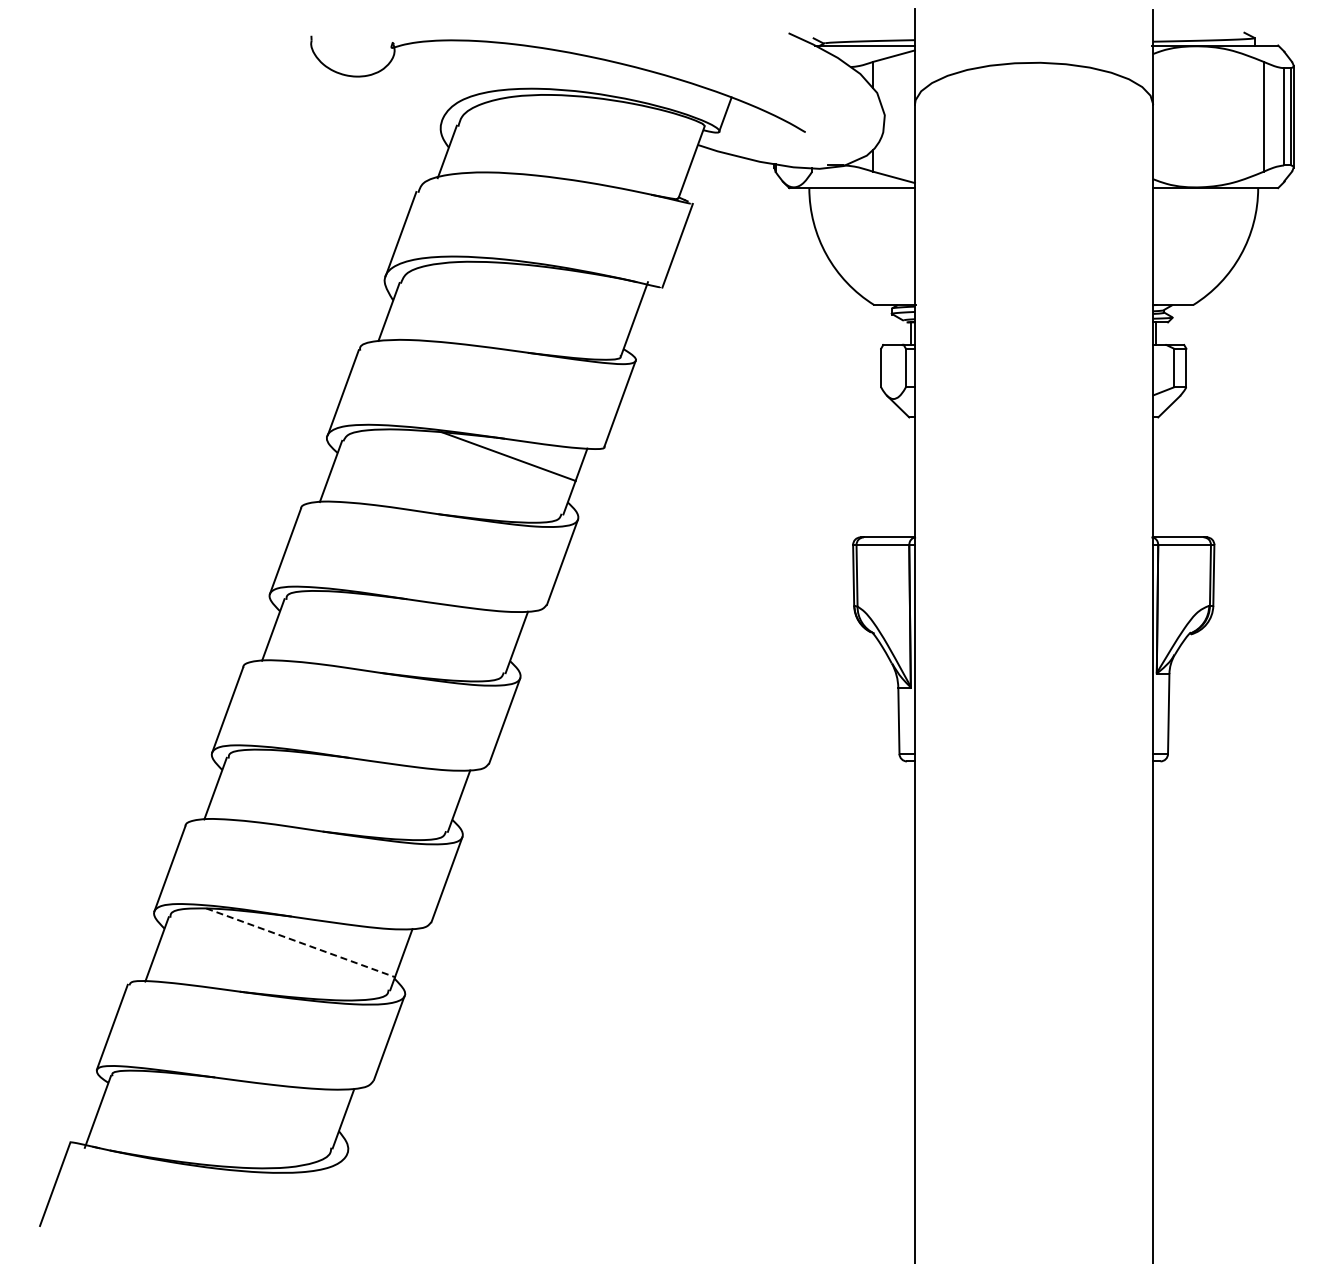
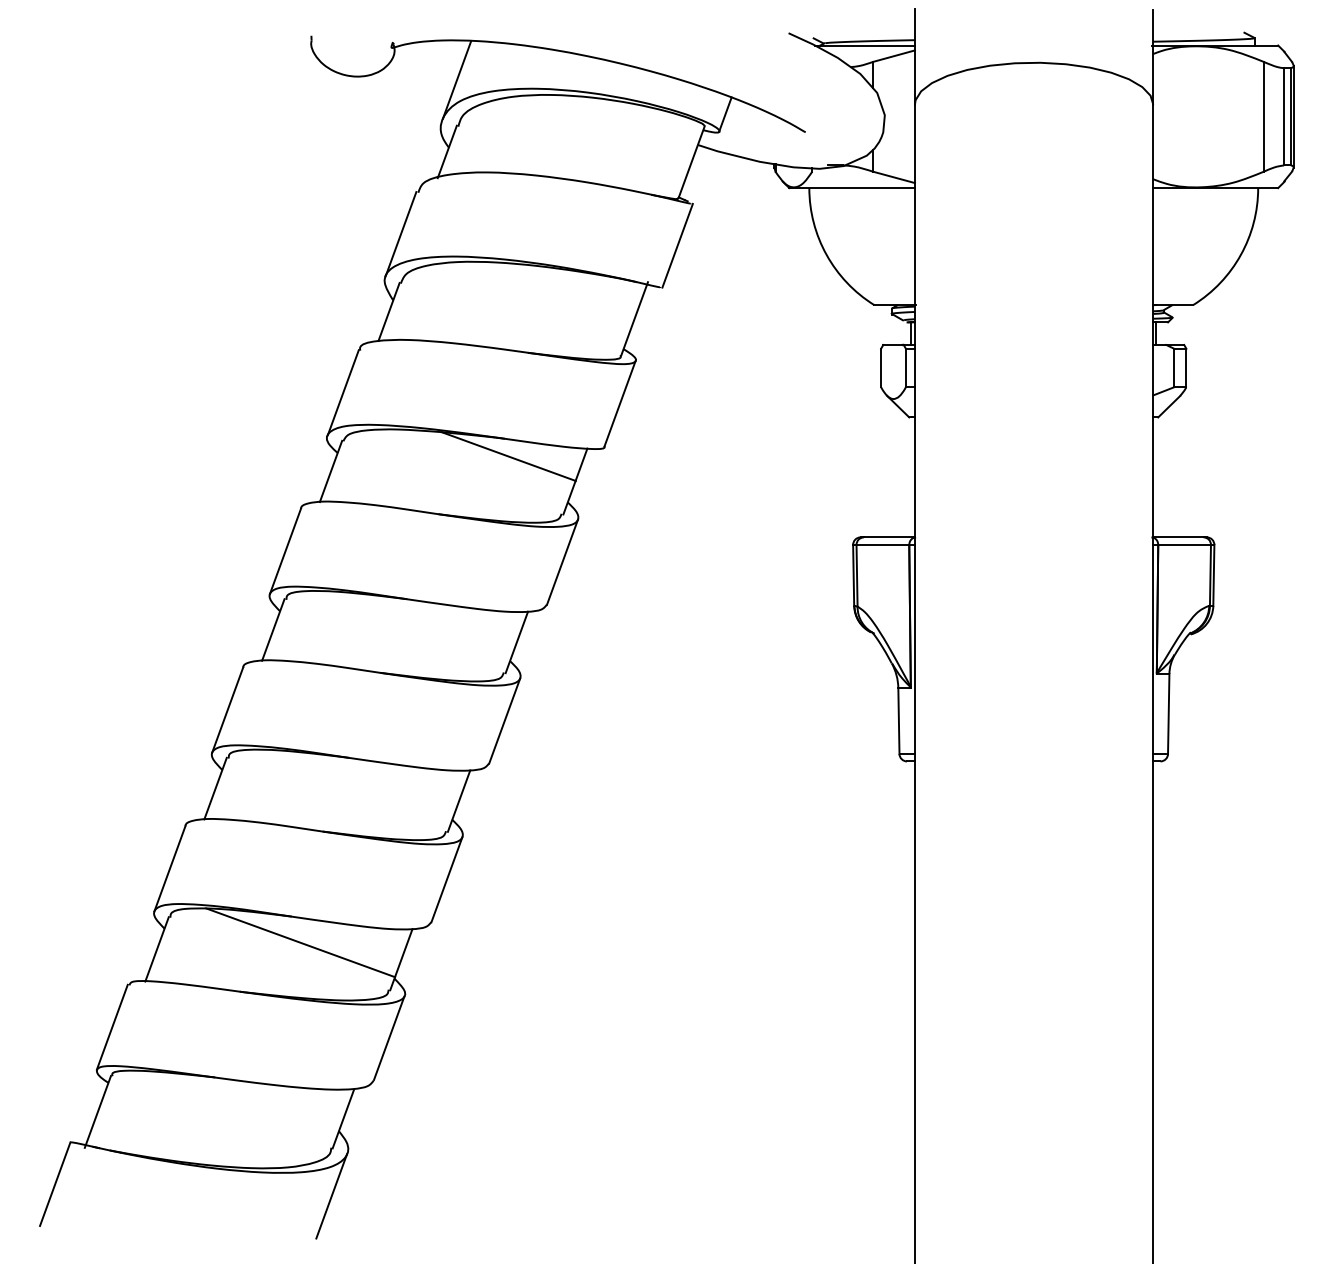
line at (456, 79): none -> present
line at (301, 942): dashed -> solid
line at (331, 1196): none -> present
